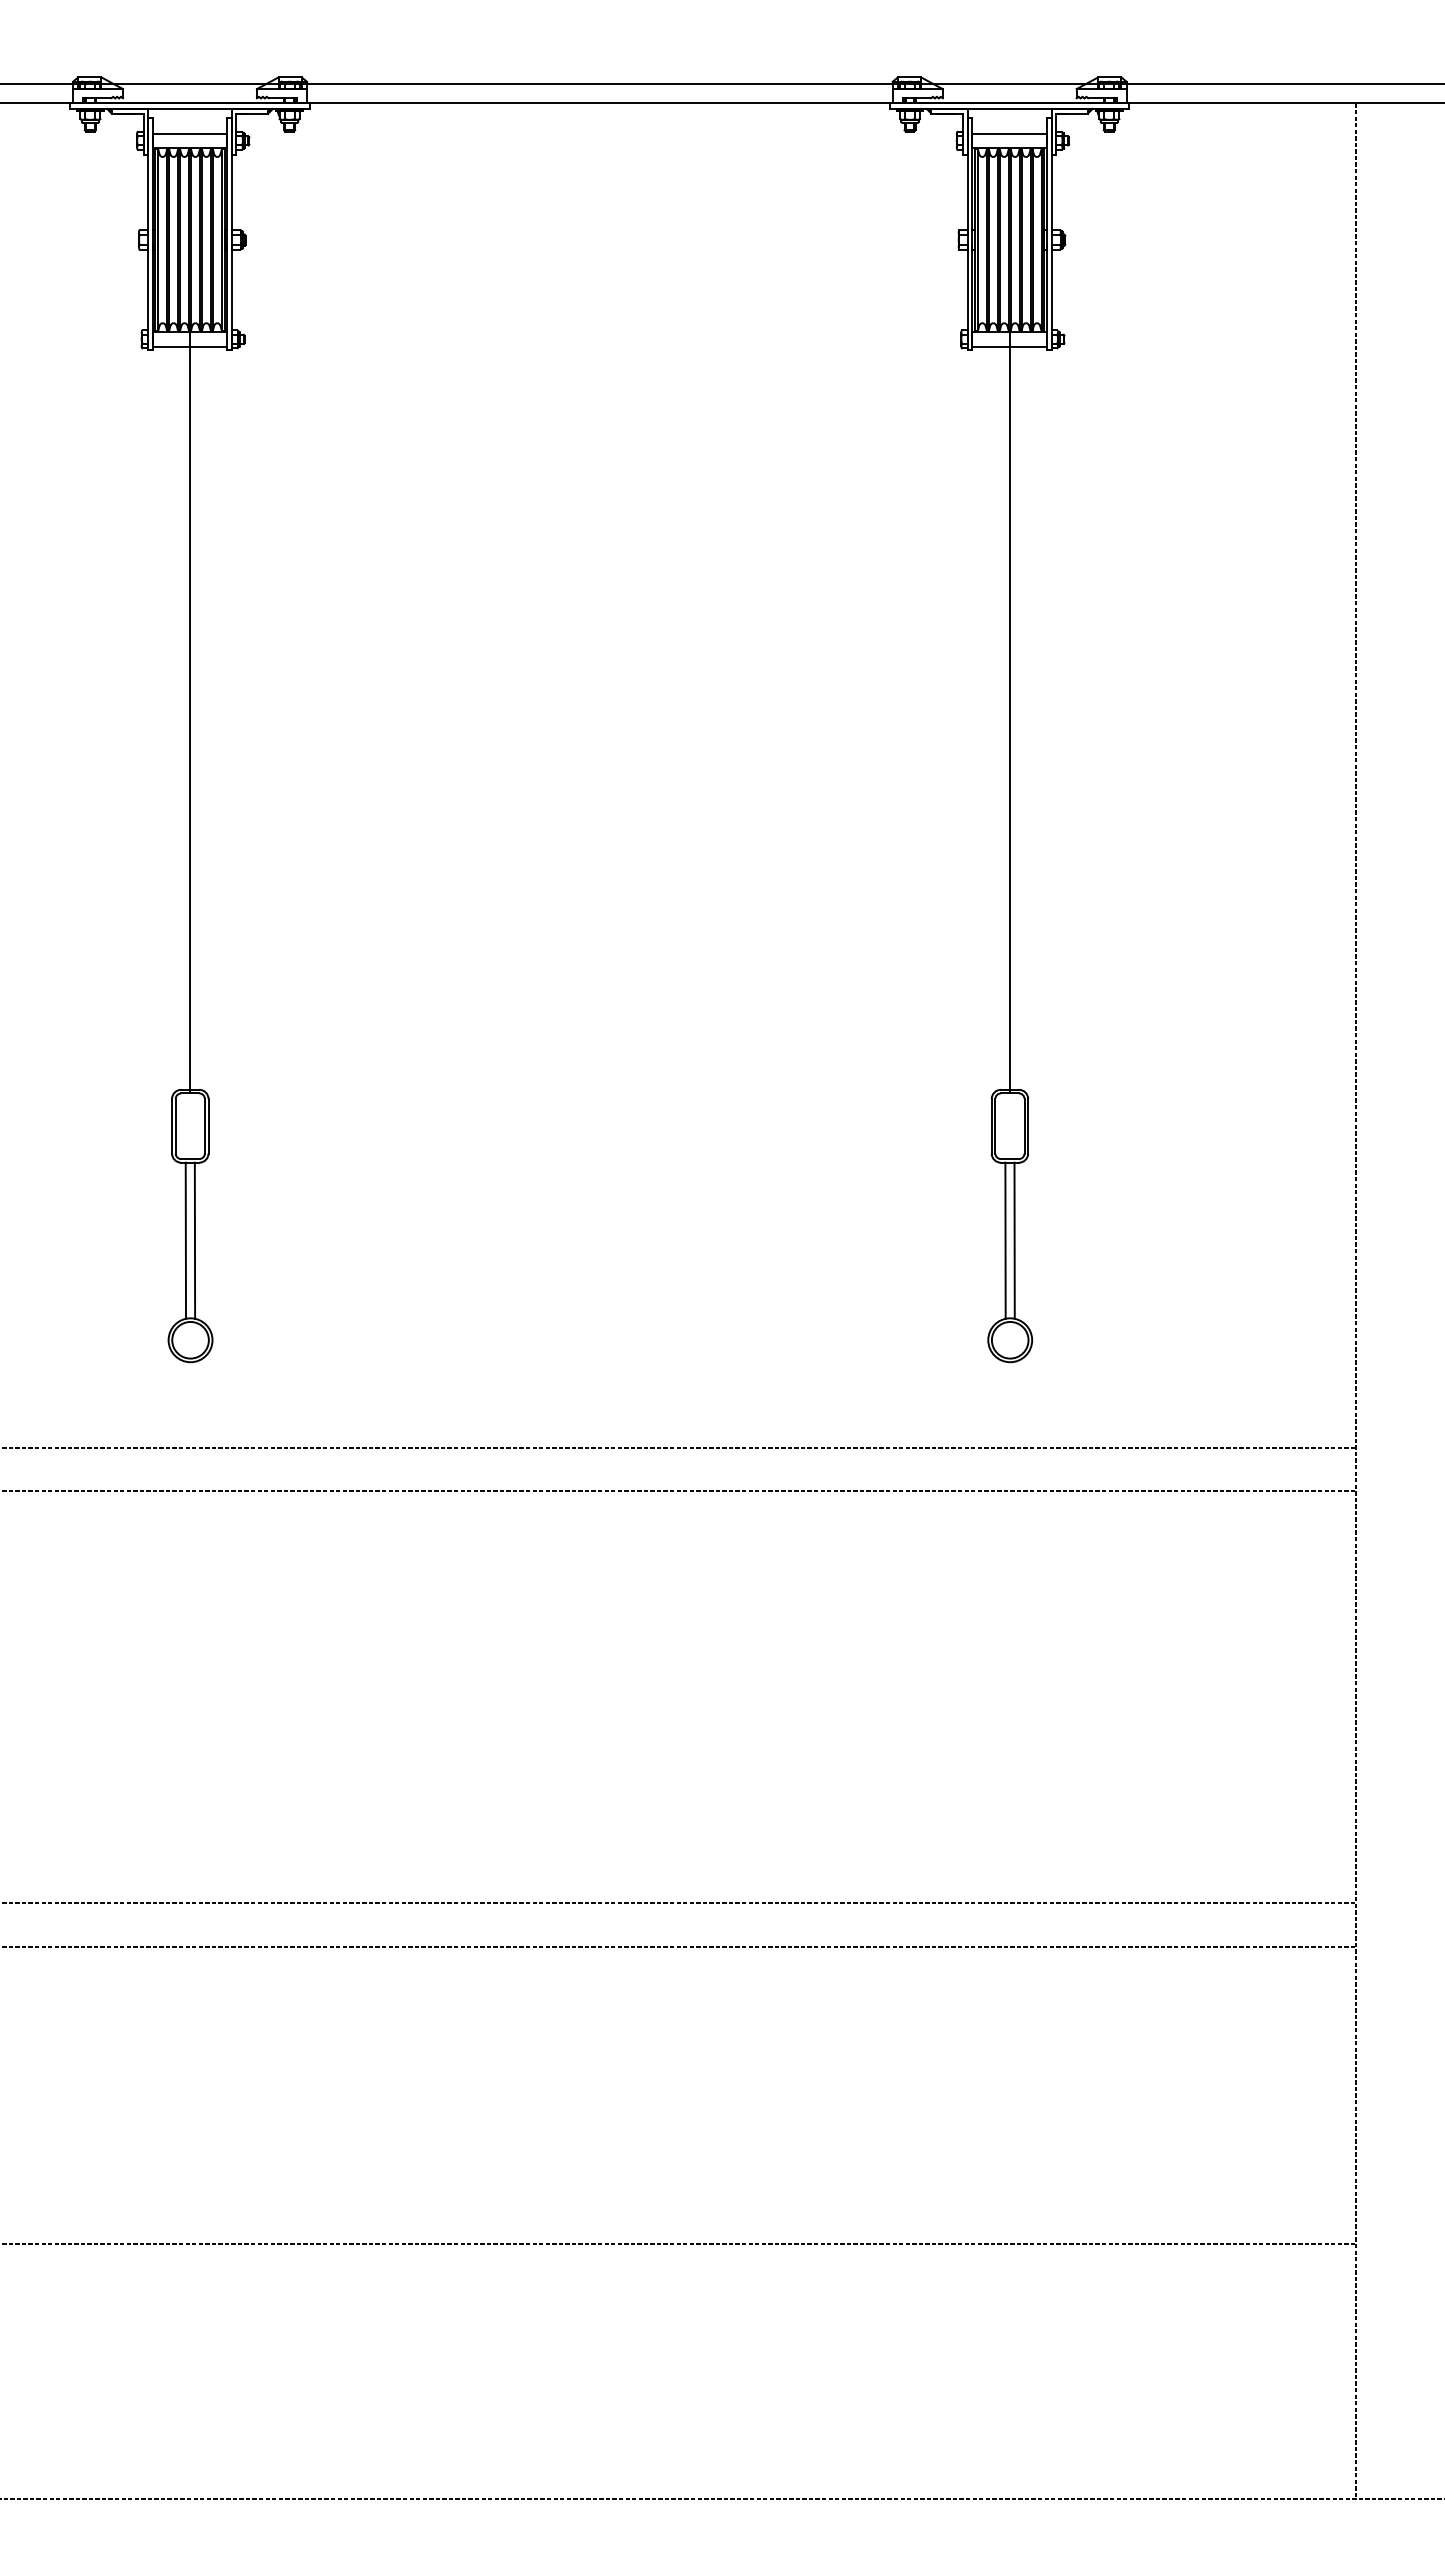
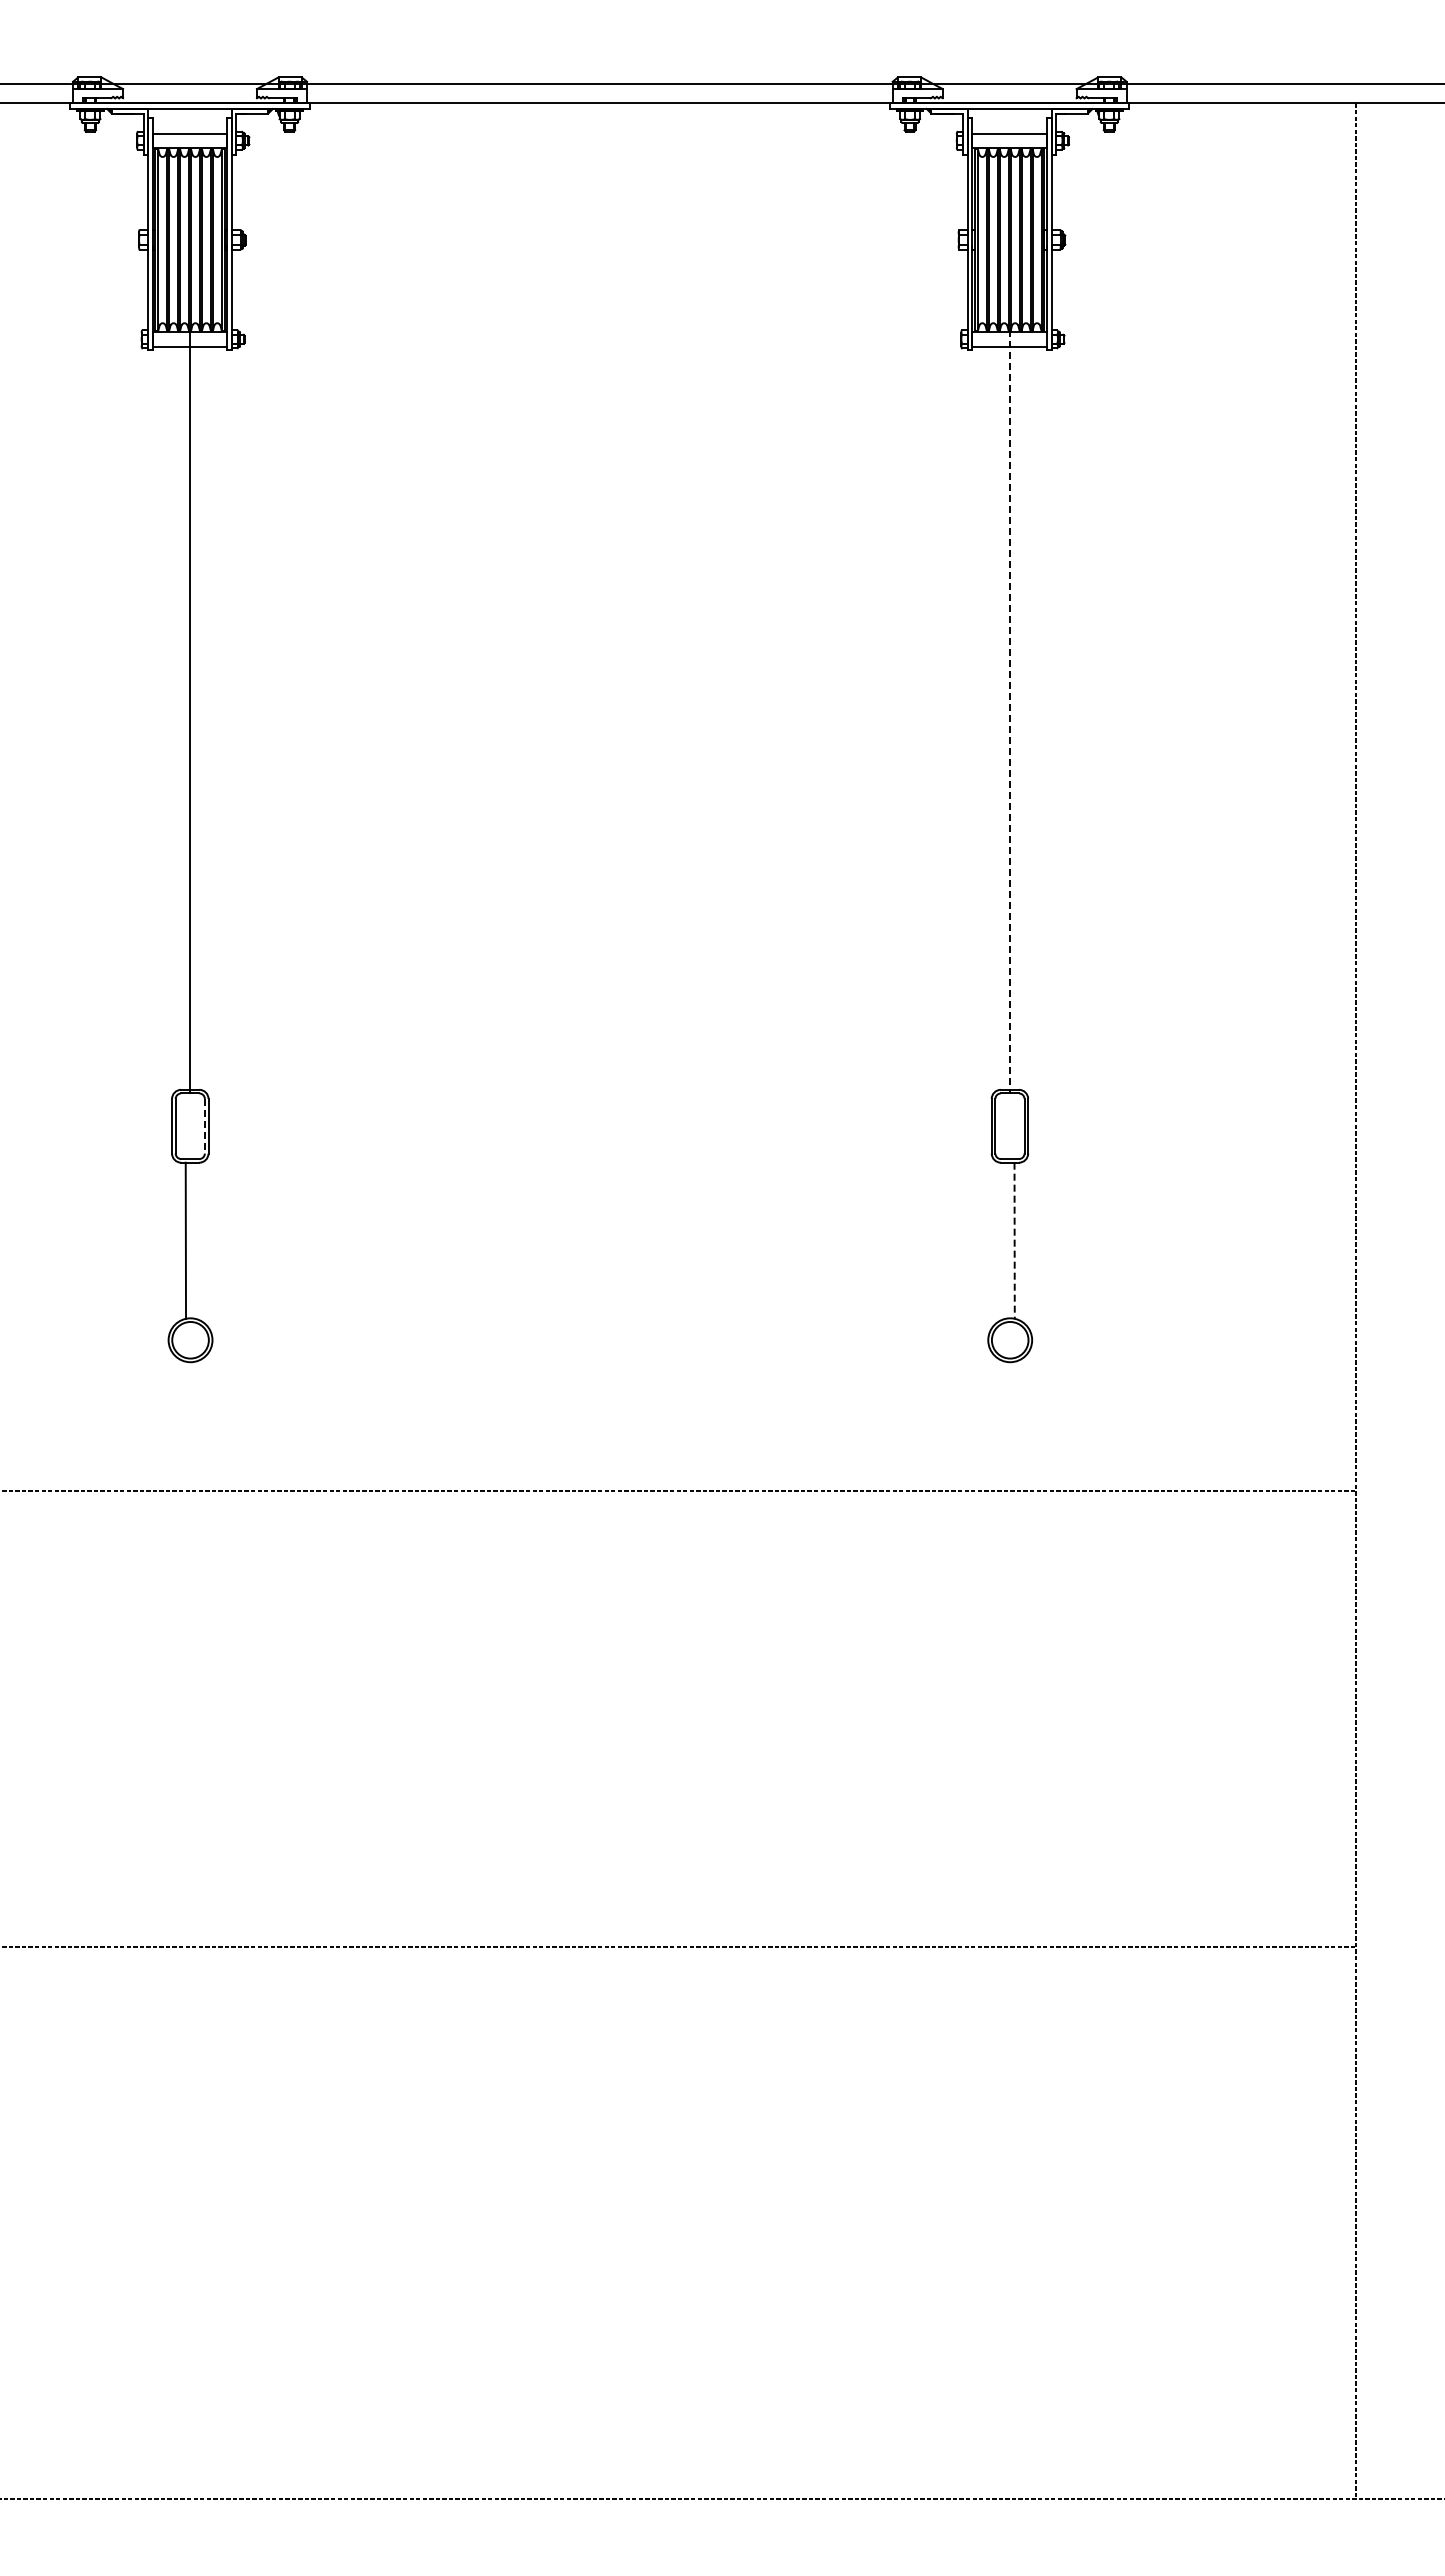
line at (1009, 711): solid -> dashed
line at (204, 1126): solid -> dashed
line at (194, 1240): present -> none
line at (1005, 1240): present -> none
line at (1014, 1241): solid -> dashed
line at (679, 1447): present -> none
line at (679, 1903): present -> none
line at (679, 2243): present -> none
